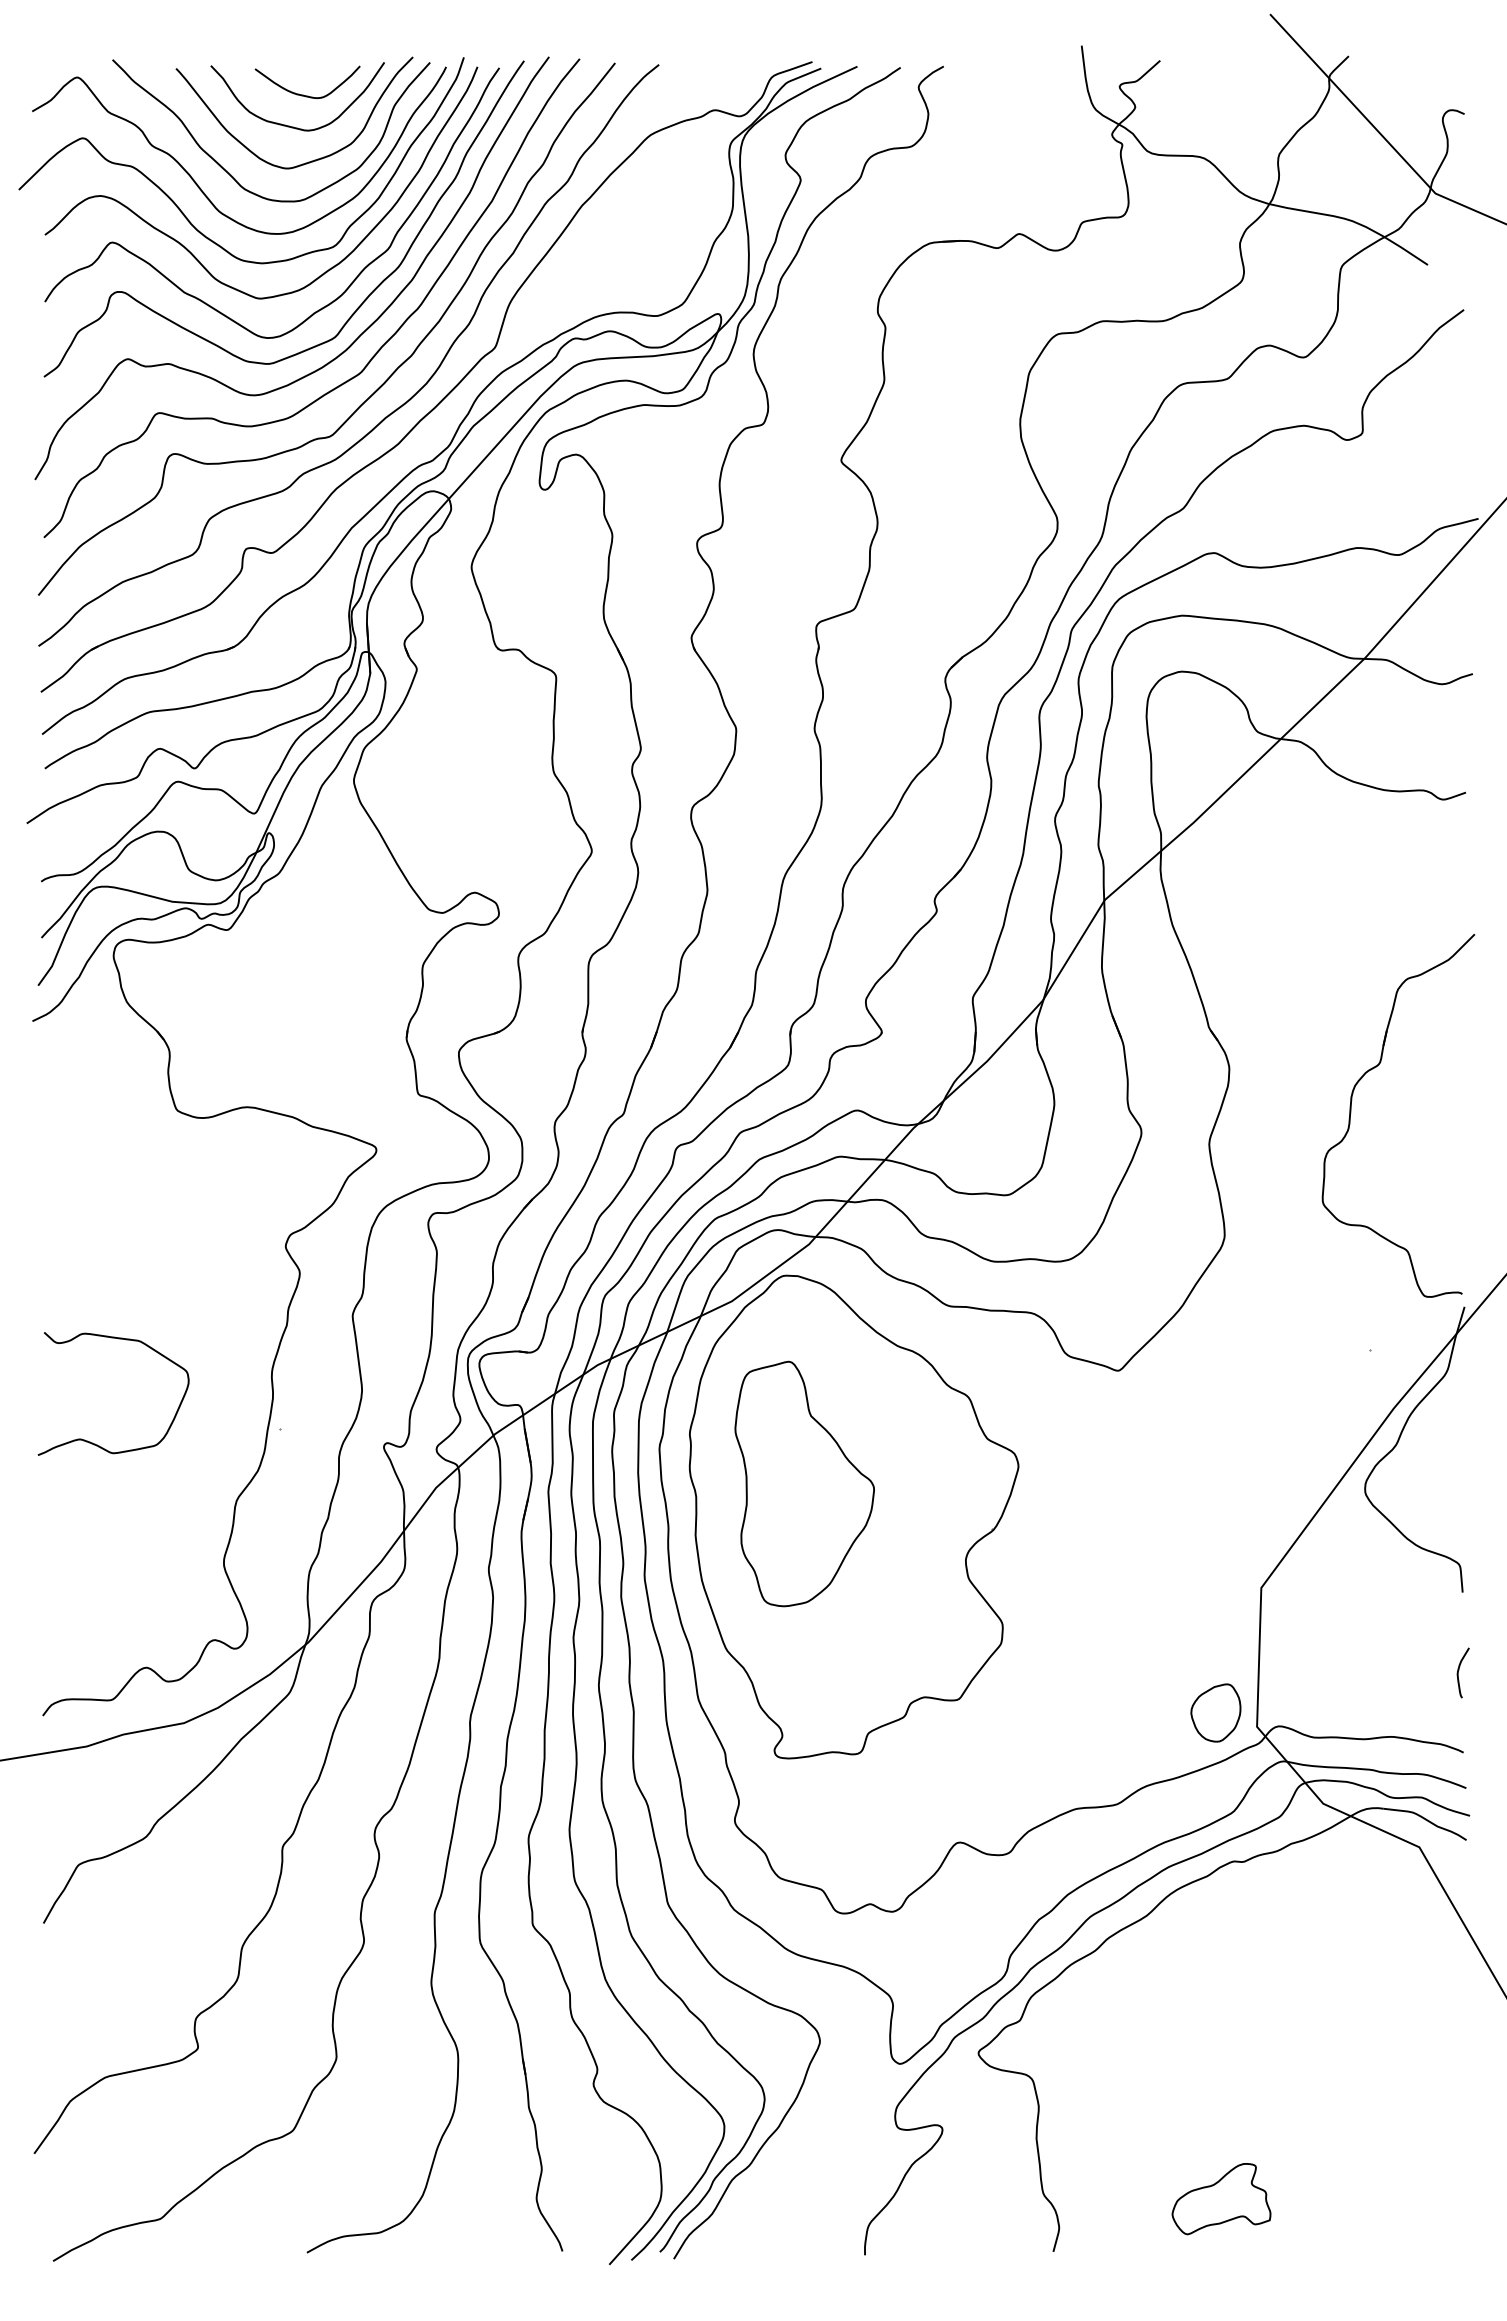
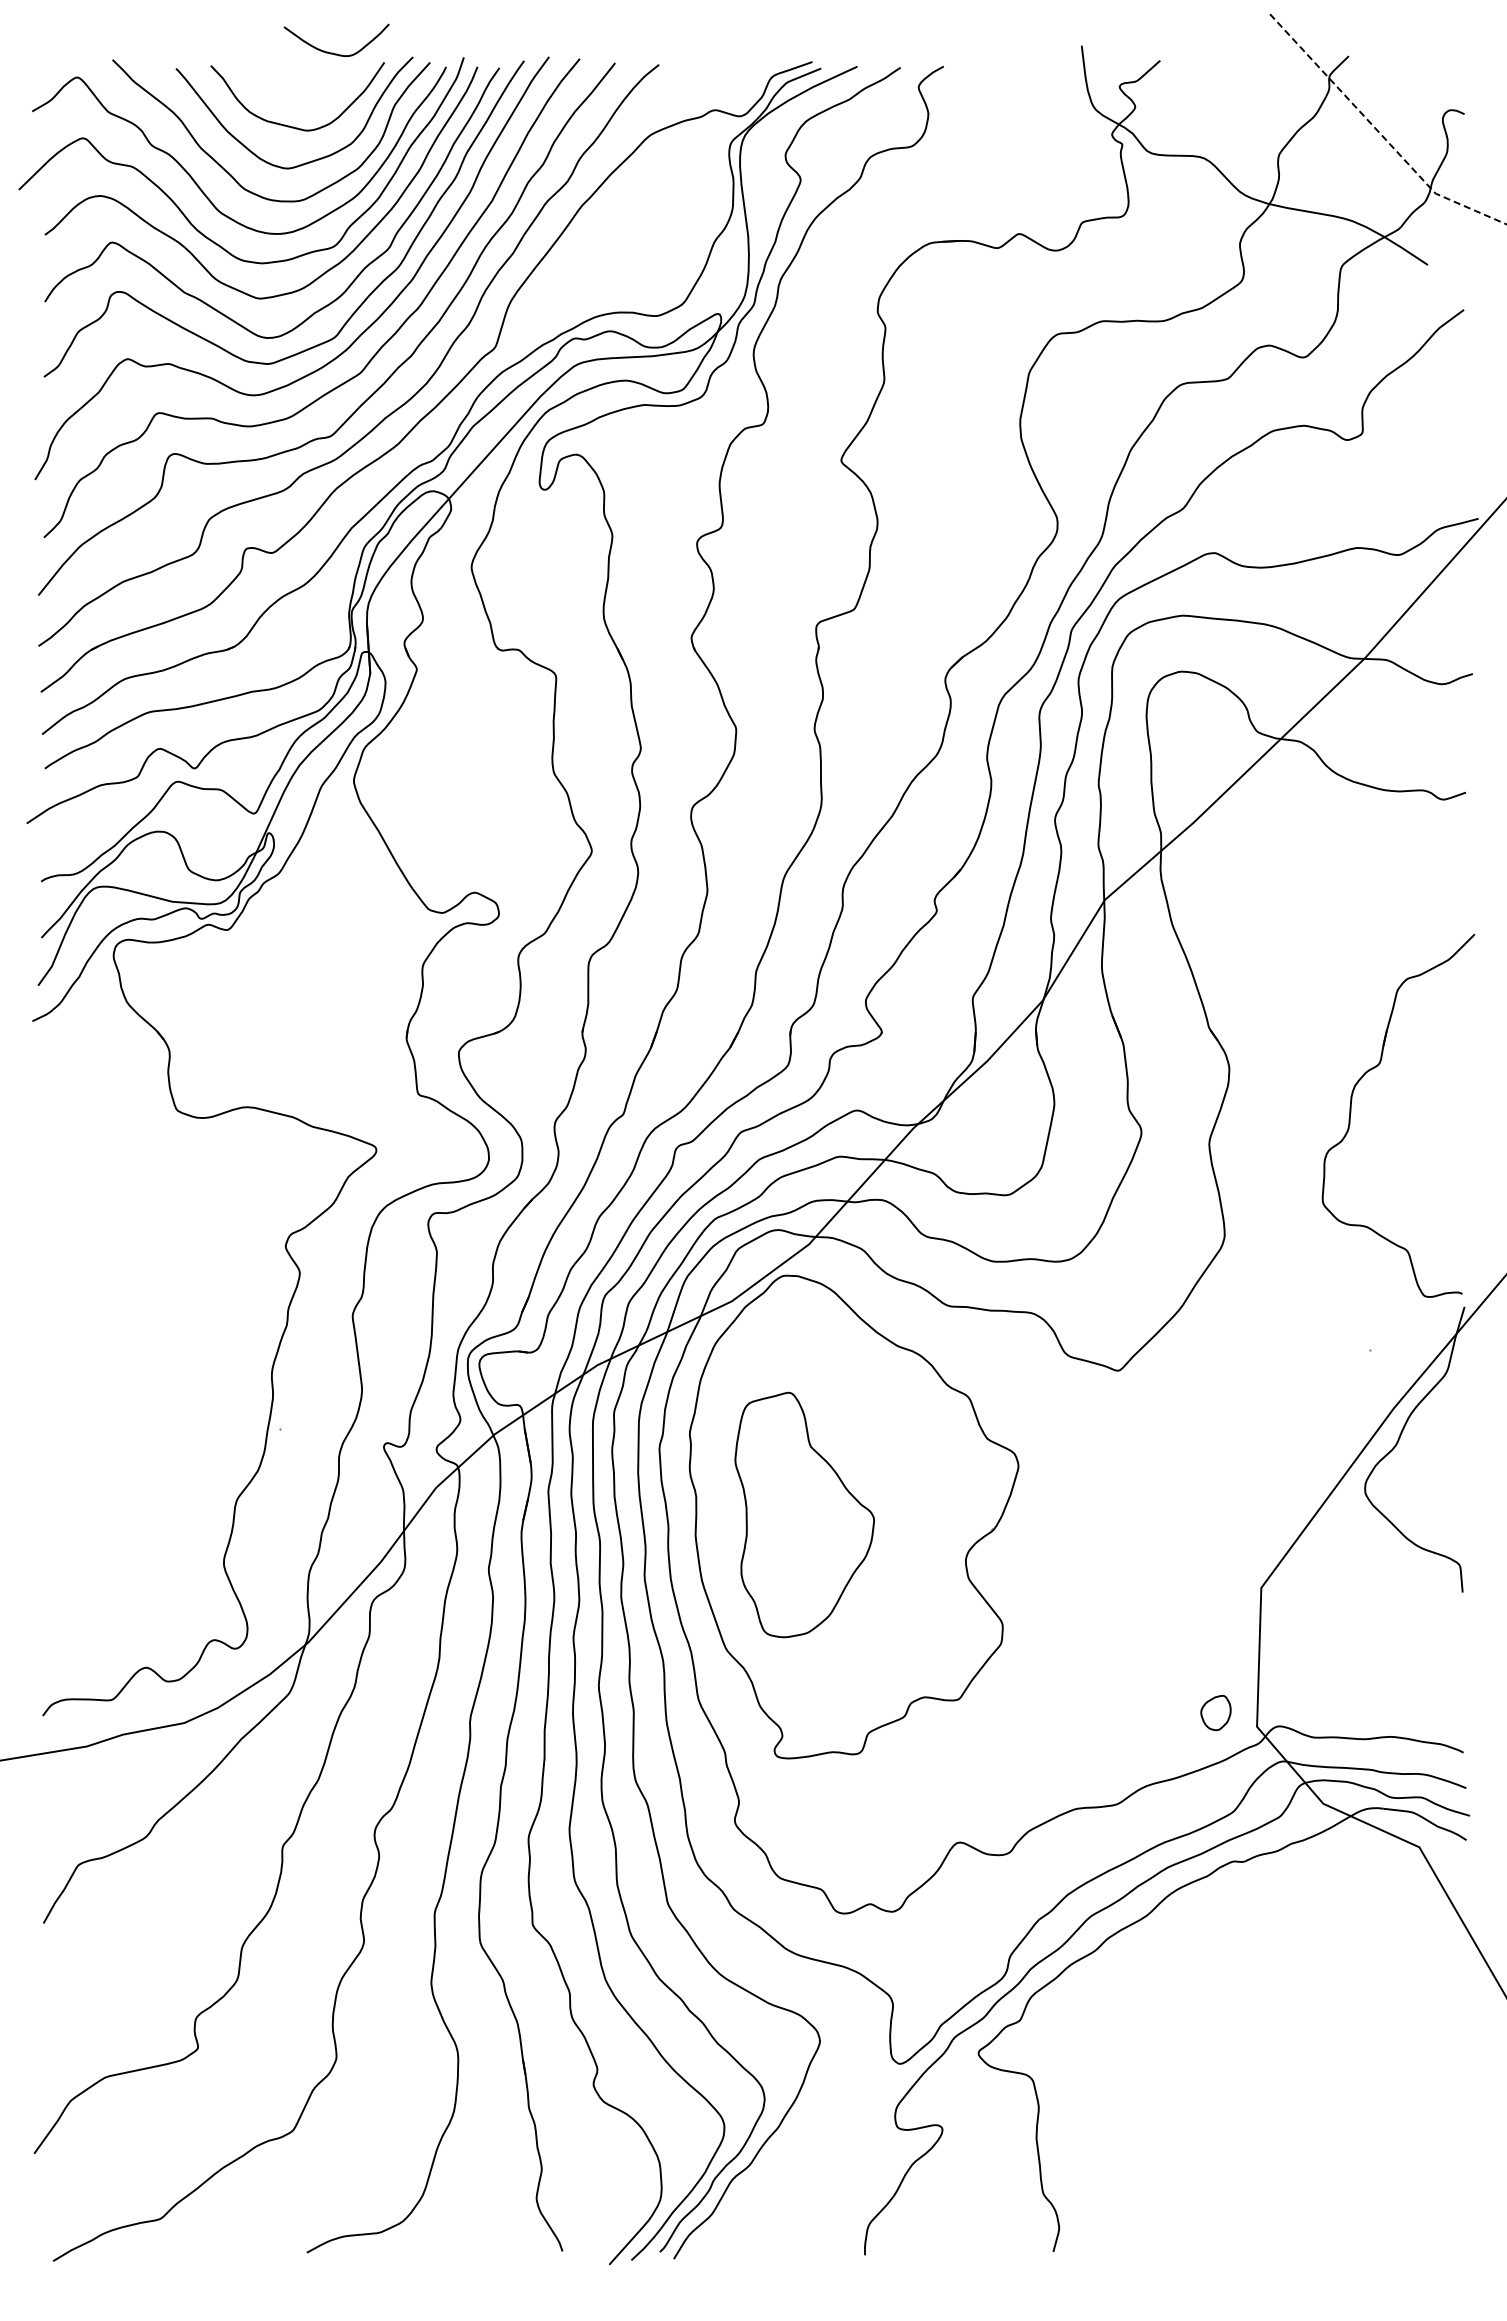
curve at (303, 94) position: (303, 94) -> (332, 52)
line at (1379, 132): solid -> dashed
curve at (95, 1443): present -> none
part at (804, 1483) position: (804, 1483) -> (804, 1514)
curve at (1459, 1670): present -> none
part at (1215, 1712) size: 52x60 px -> 32x38 px
part at (1221, 2199): present -> none
